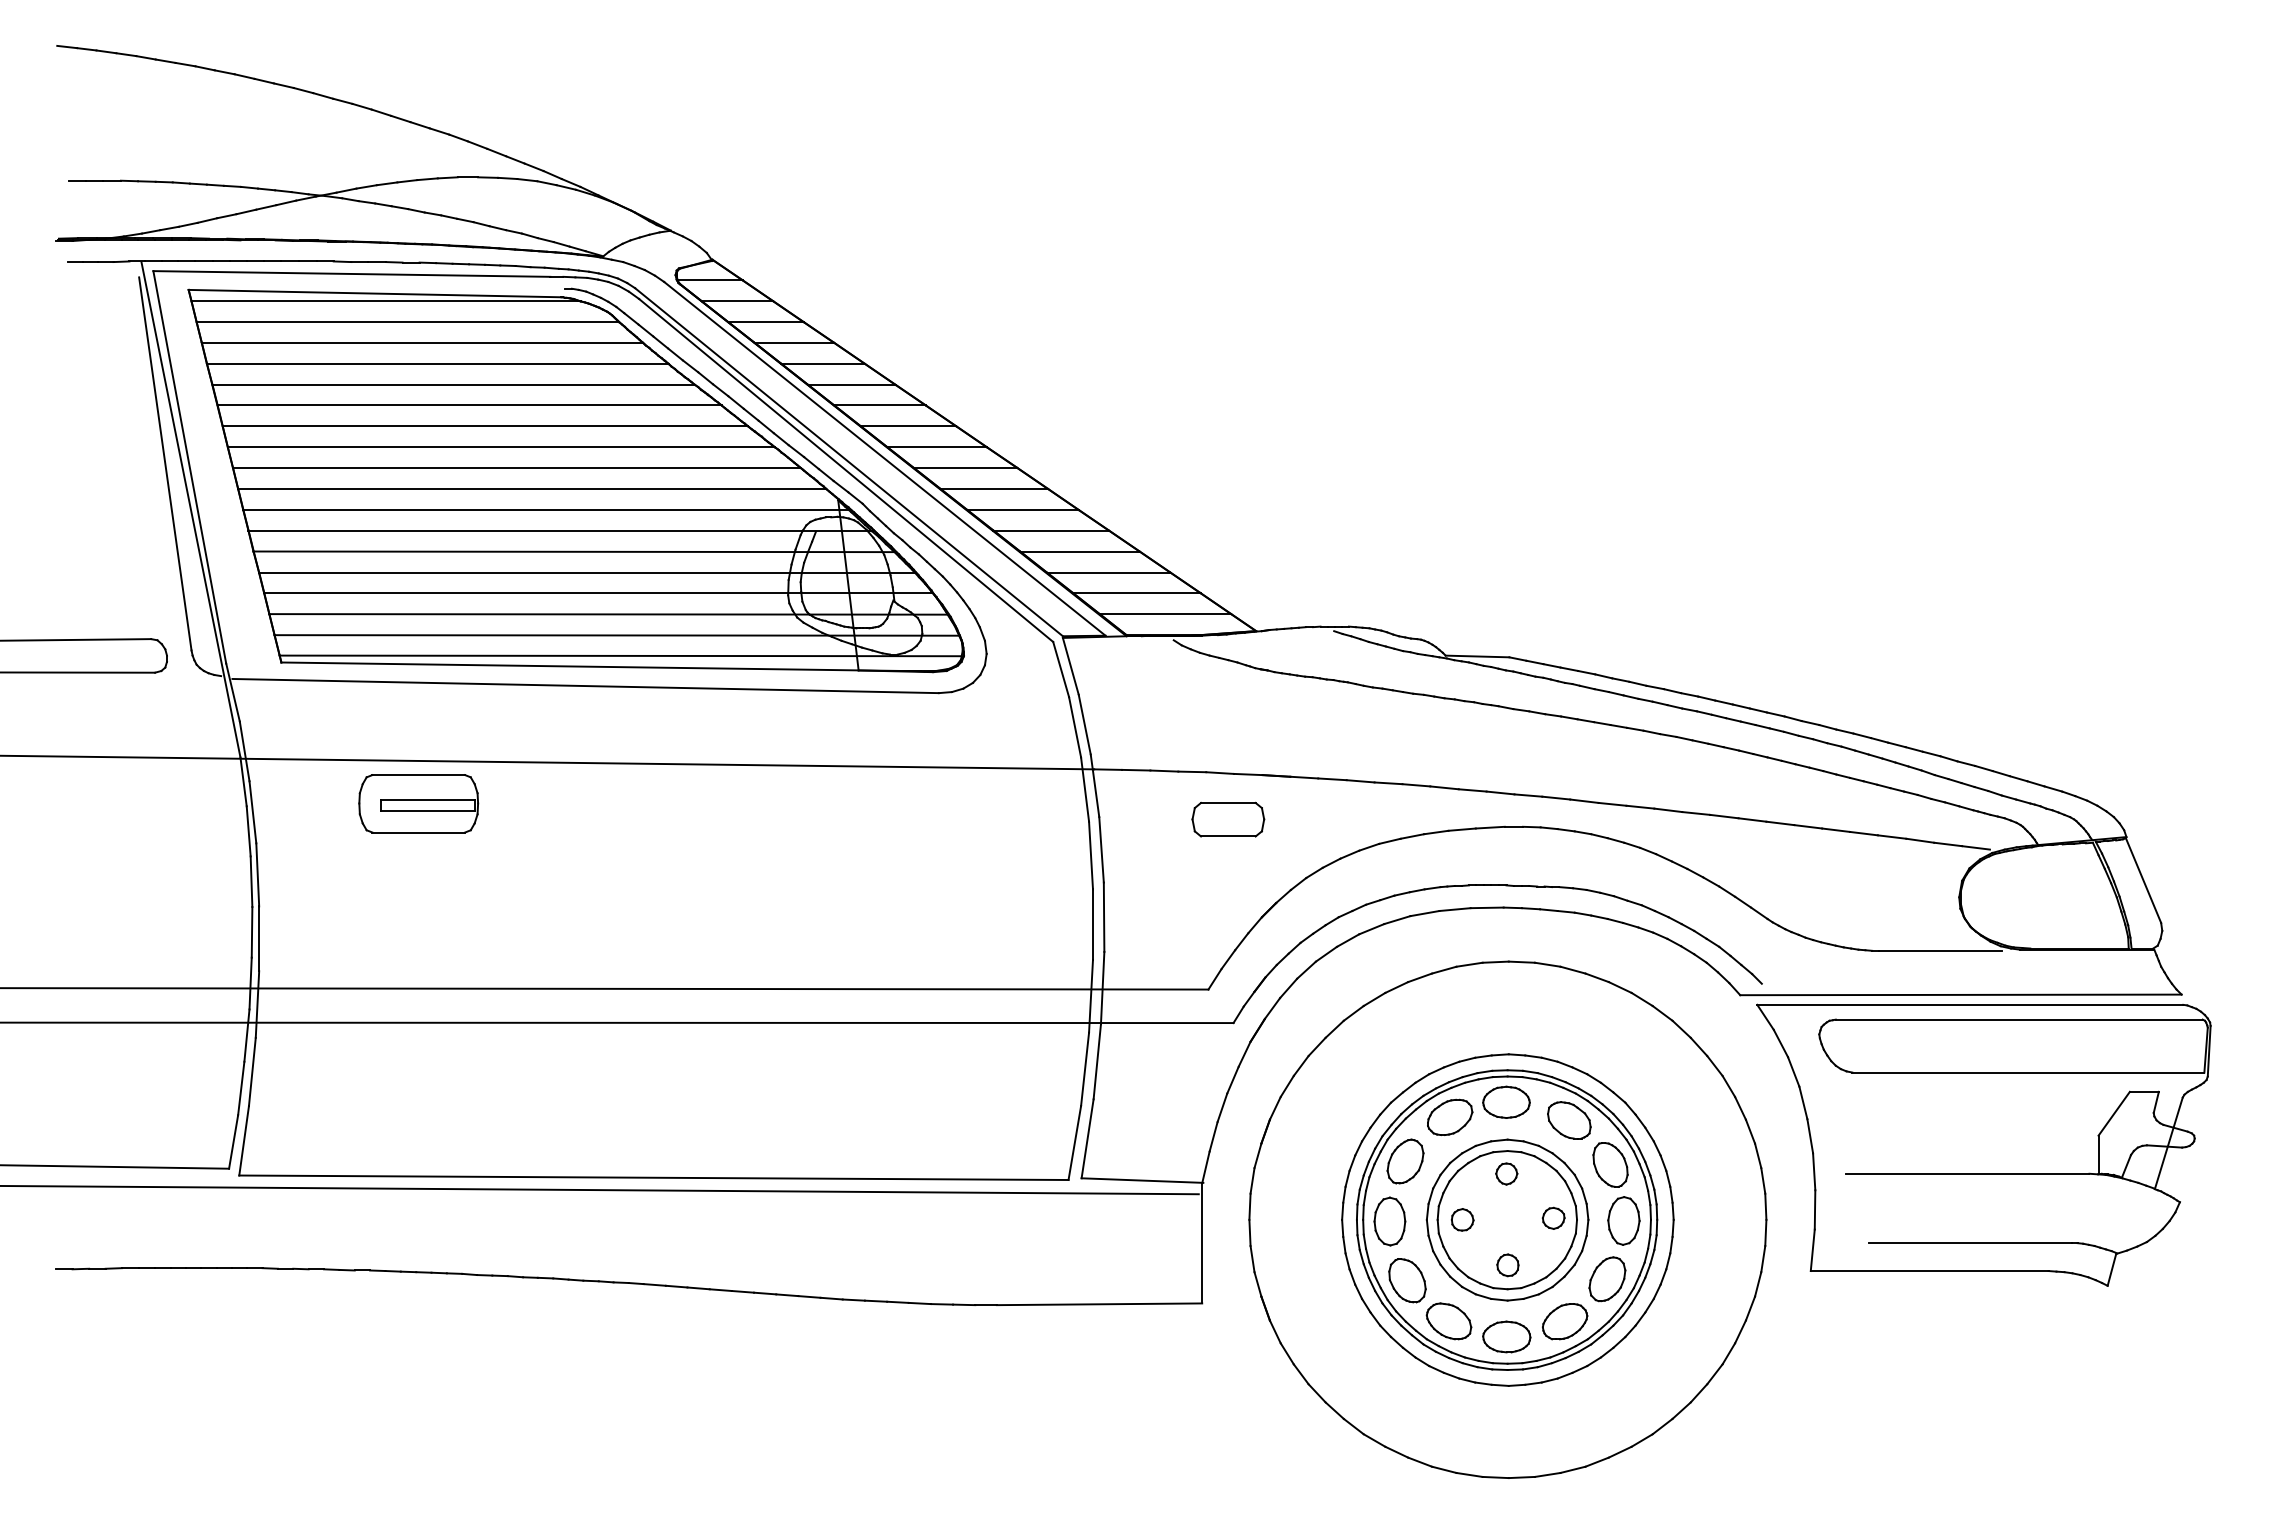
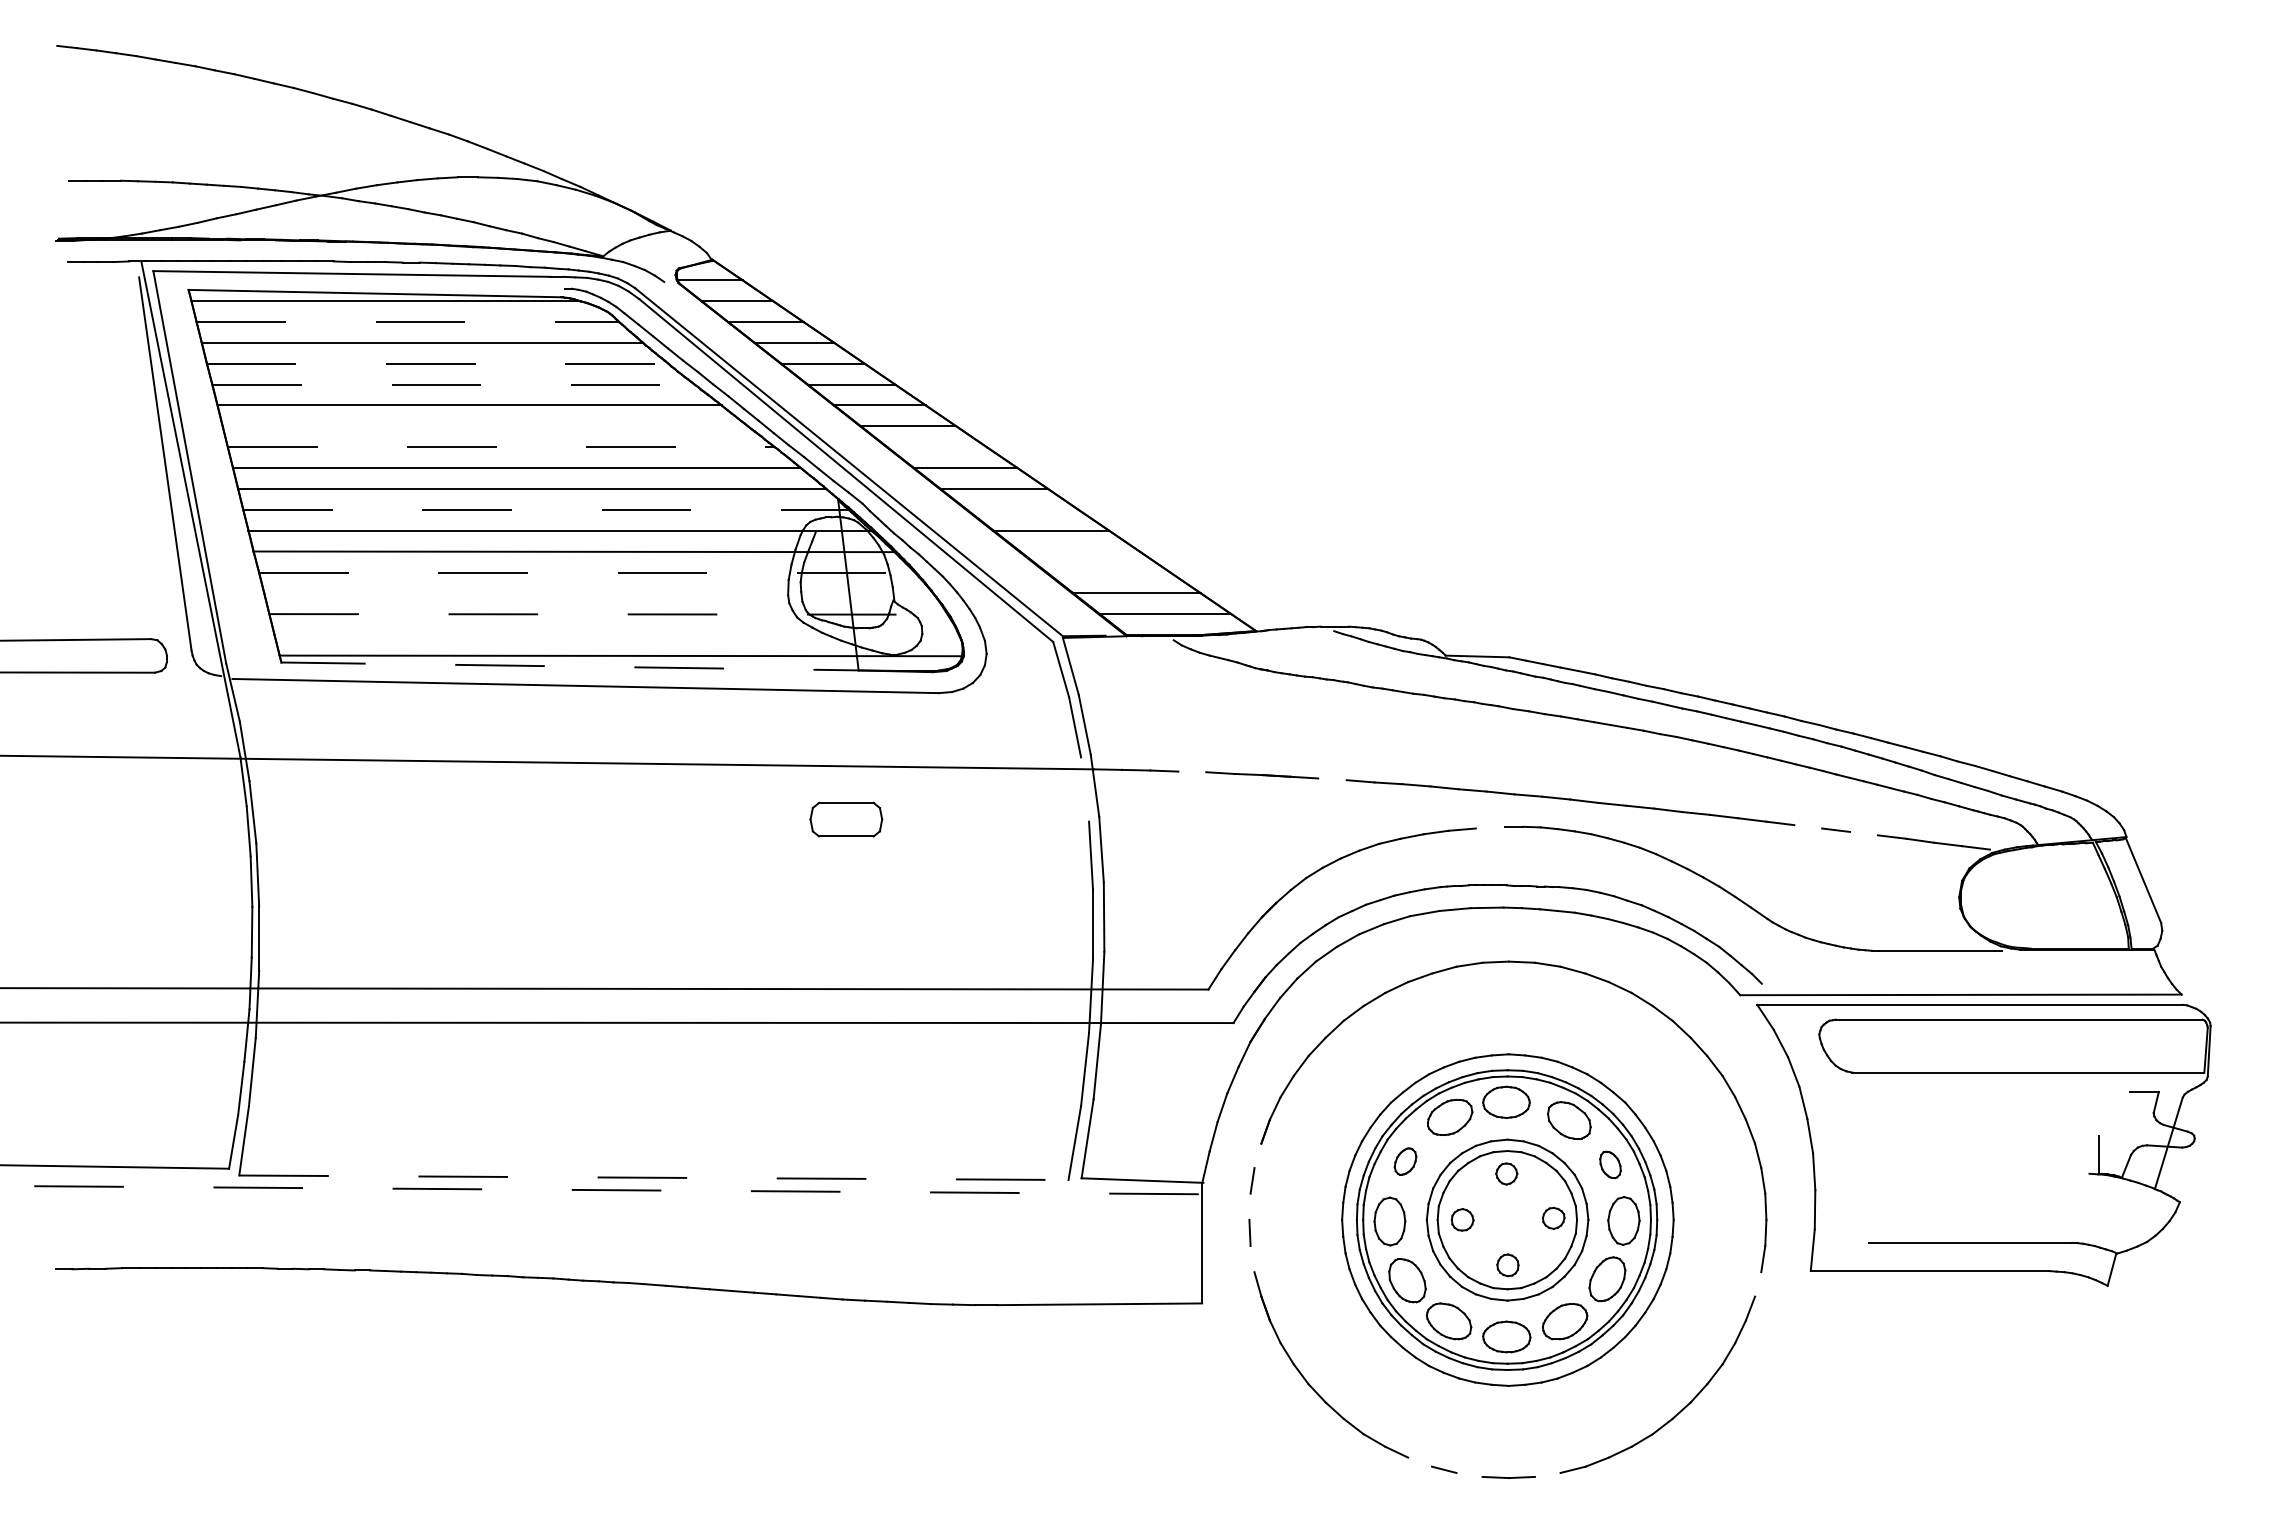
line at (408, 322): solid -> dashed
line at (437, 363): solid -> dashed
line at (454, 384): solid -> dashed
line at (485, 426): present -> none
line at (501, 447): solid -> dashed
line at (937, 447): present -> none
line at (884, 458): present -> none
line at (547, 510): solid -> dashed
line at (1022, 510): present -> none
line at (1079, 551): present -> none
line at (588, 572): solid -> dashed
line at (1108, 572): present -> none
line at (598, 593): present -> none
line at (608, 614): solid -> dashed
line at (616, 635): present -> none
line at (592, 666): solid -> dashed
line at (1192, 771): present -> none
line at (1332, 779): present -> none
line at (1085, 789): present -> none
part at (418, 803): present -> none
part at (1228, 819) position: (1228, 819) -> (846, 819)
line at (1808, 826): present -> none
line at (1489, 827): present -> none
line at (1863, 833): present -> none
line at (2113, 1113): present -> none
line at (1257, 1155): present -> none
part at (1405, 1161) size: 39x47 px -> 25x29 px
part at (1610, 1164) size: 37x46 px -> 23x30 px
line at (1967, 1173): present -> none
line at (653, 1177): solid -> dashed
line at (599, 1190): solid -> dashed
line at (1249, 1206): present -> none
line at (1252, 1259): present -> none
line at (1758, 1284): present -> none
line at (1420, 1461): present -> none
line at (1469, 1474): present -> none
line at (1547, 1474): present -> none
